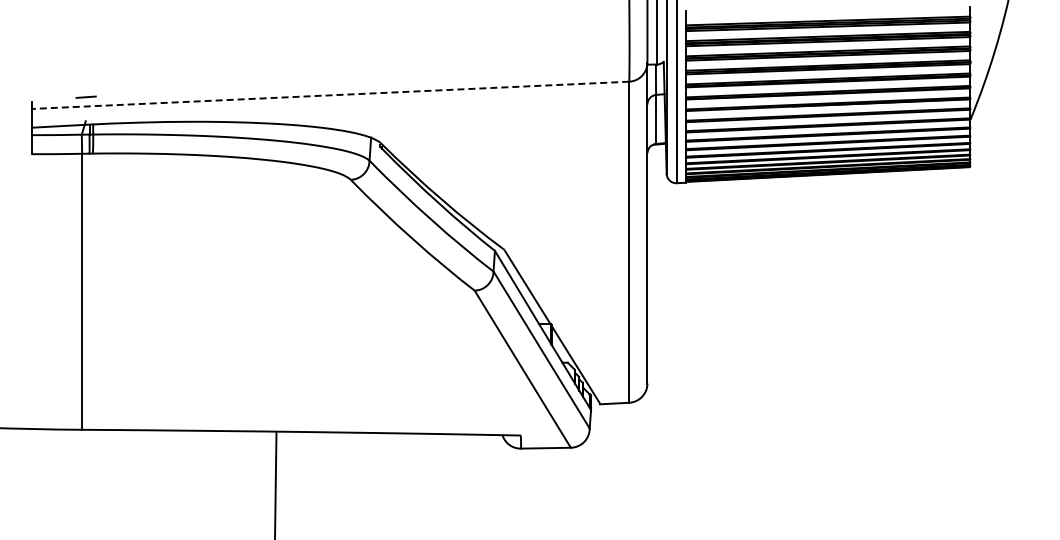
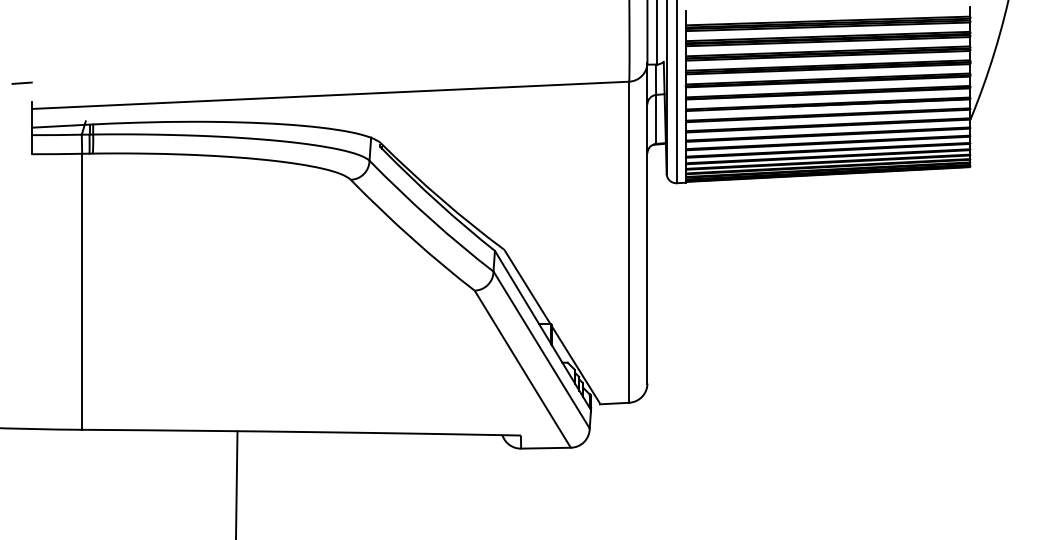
line at (330, 95): dashed -> solid
line at (85, 96) position: (85, 96) -> (21, 82)
line at (275, 484) position: (275, 484) -> (236, 483)
